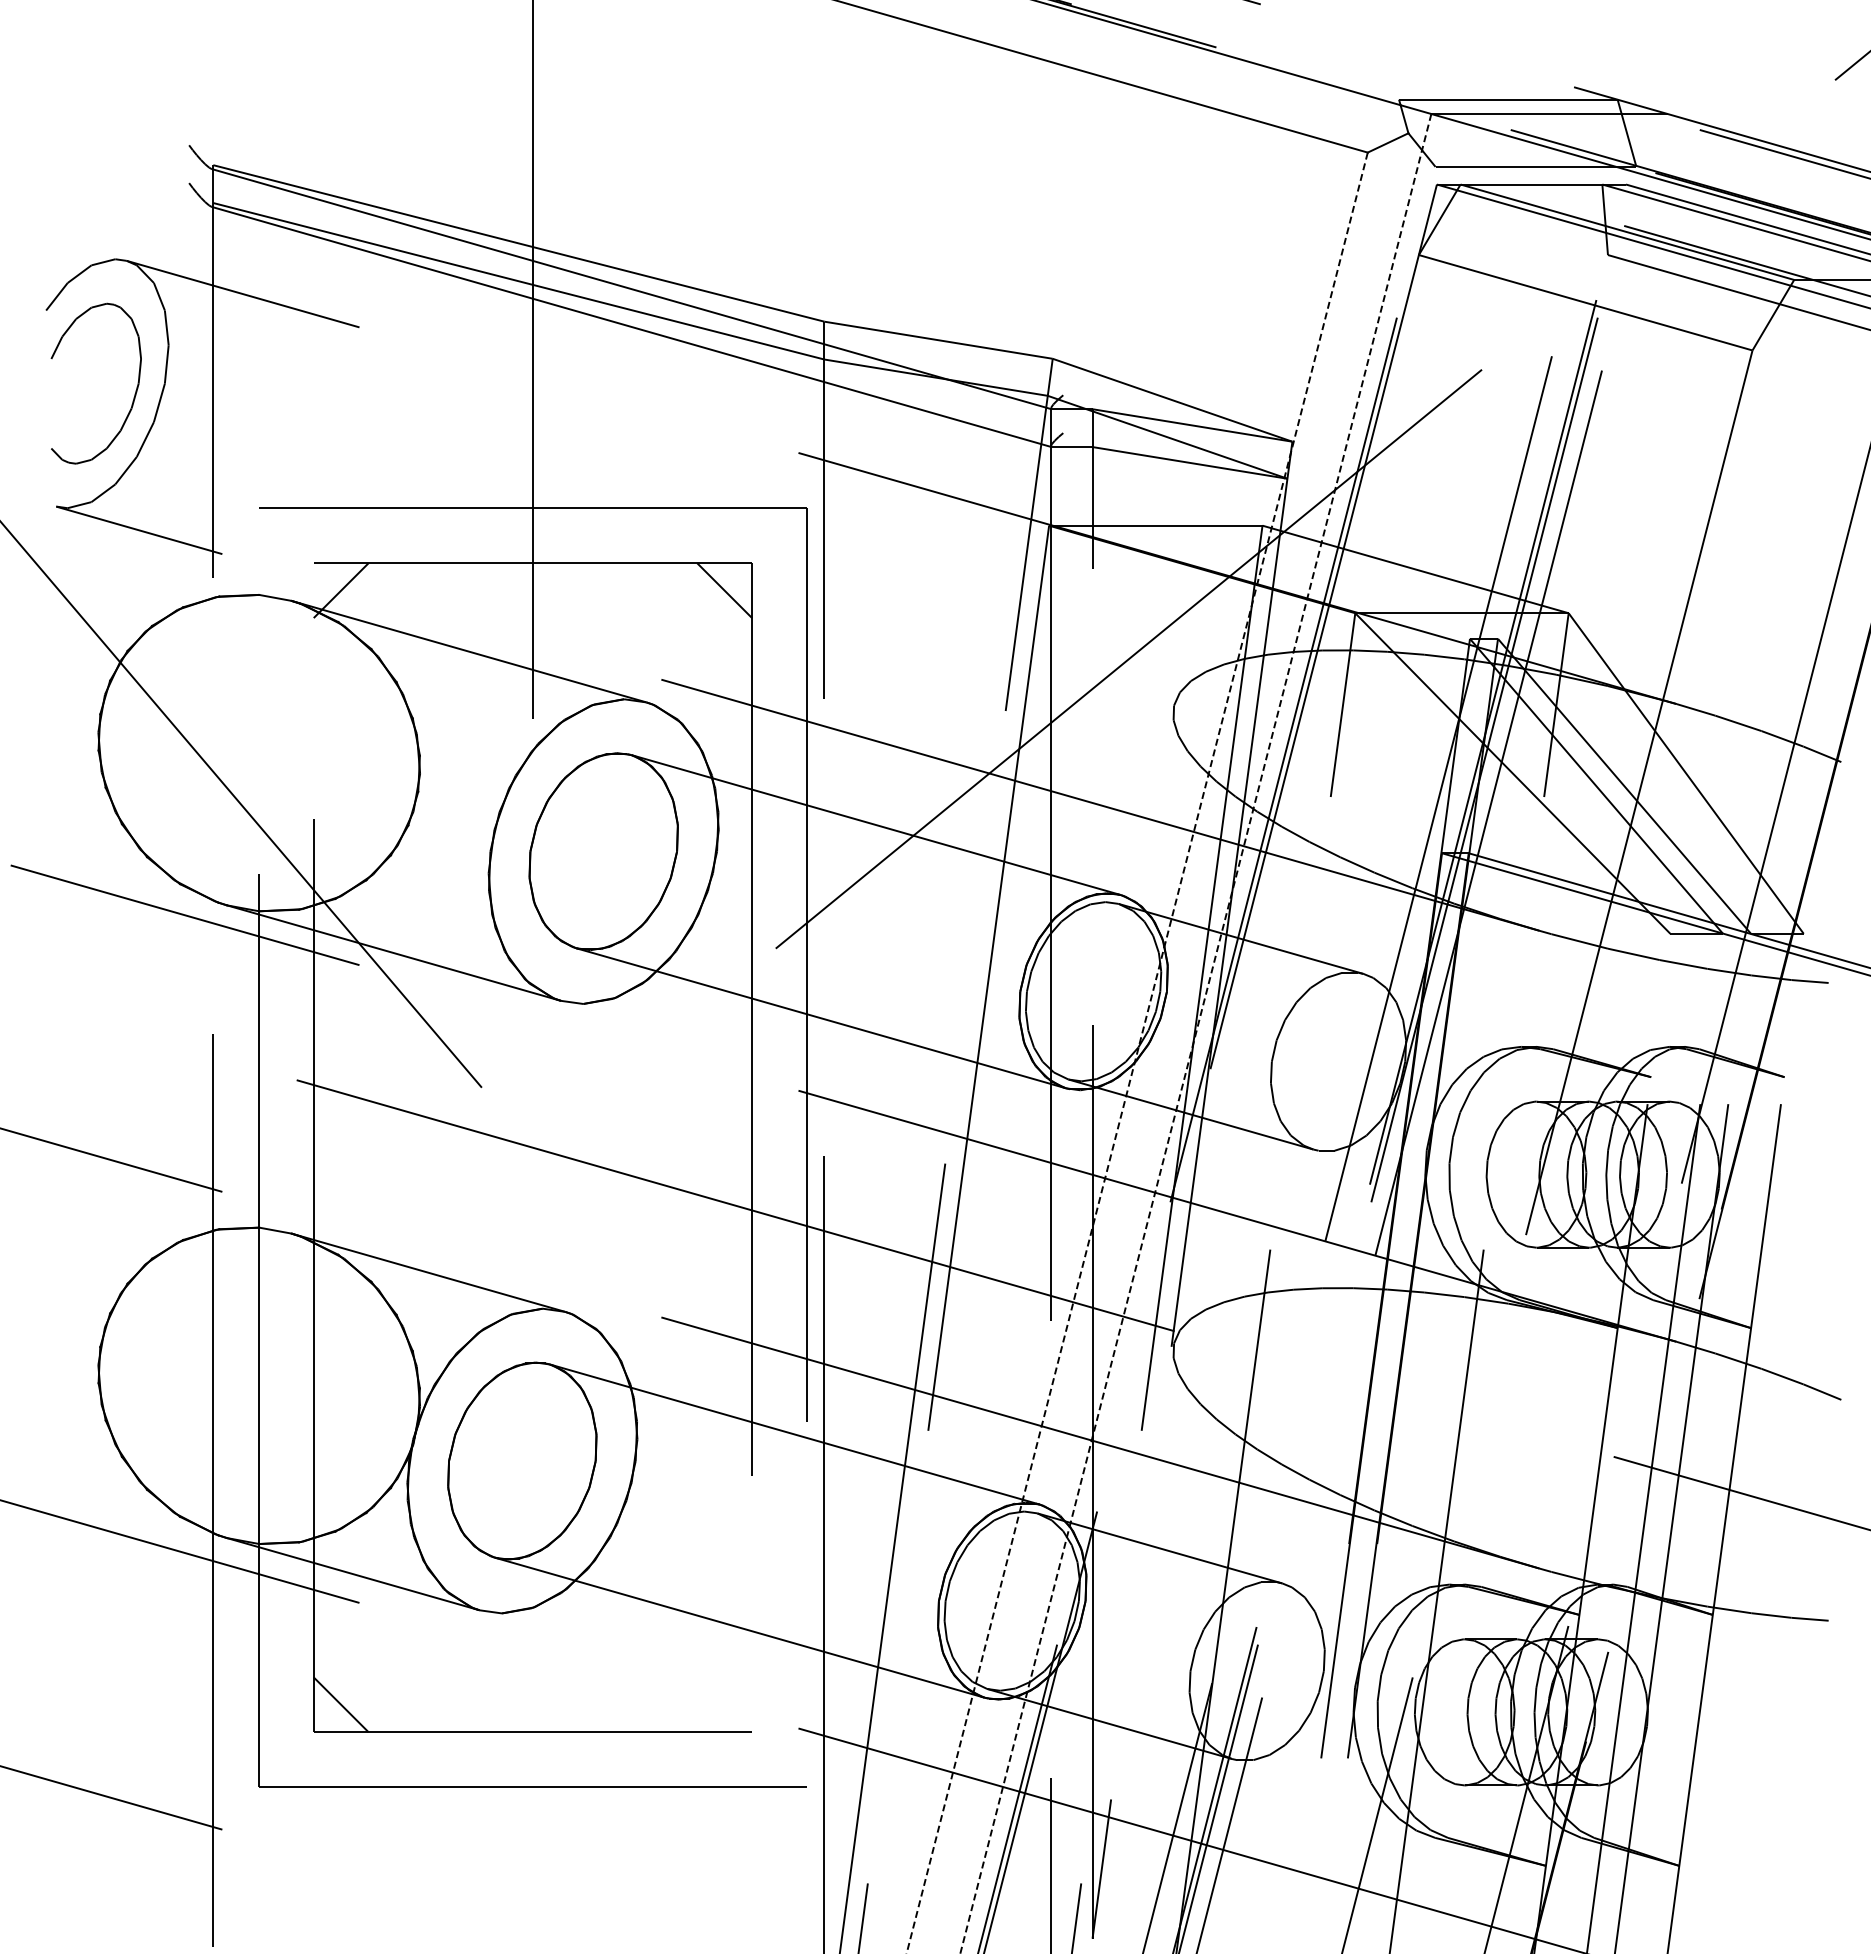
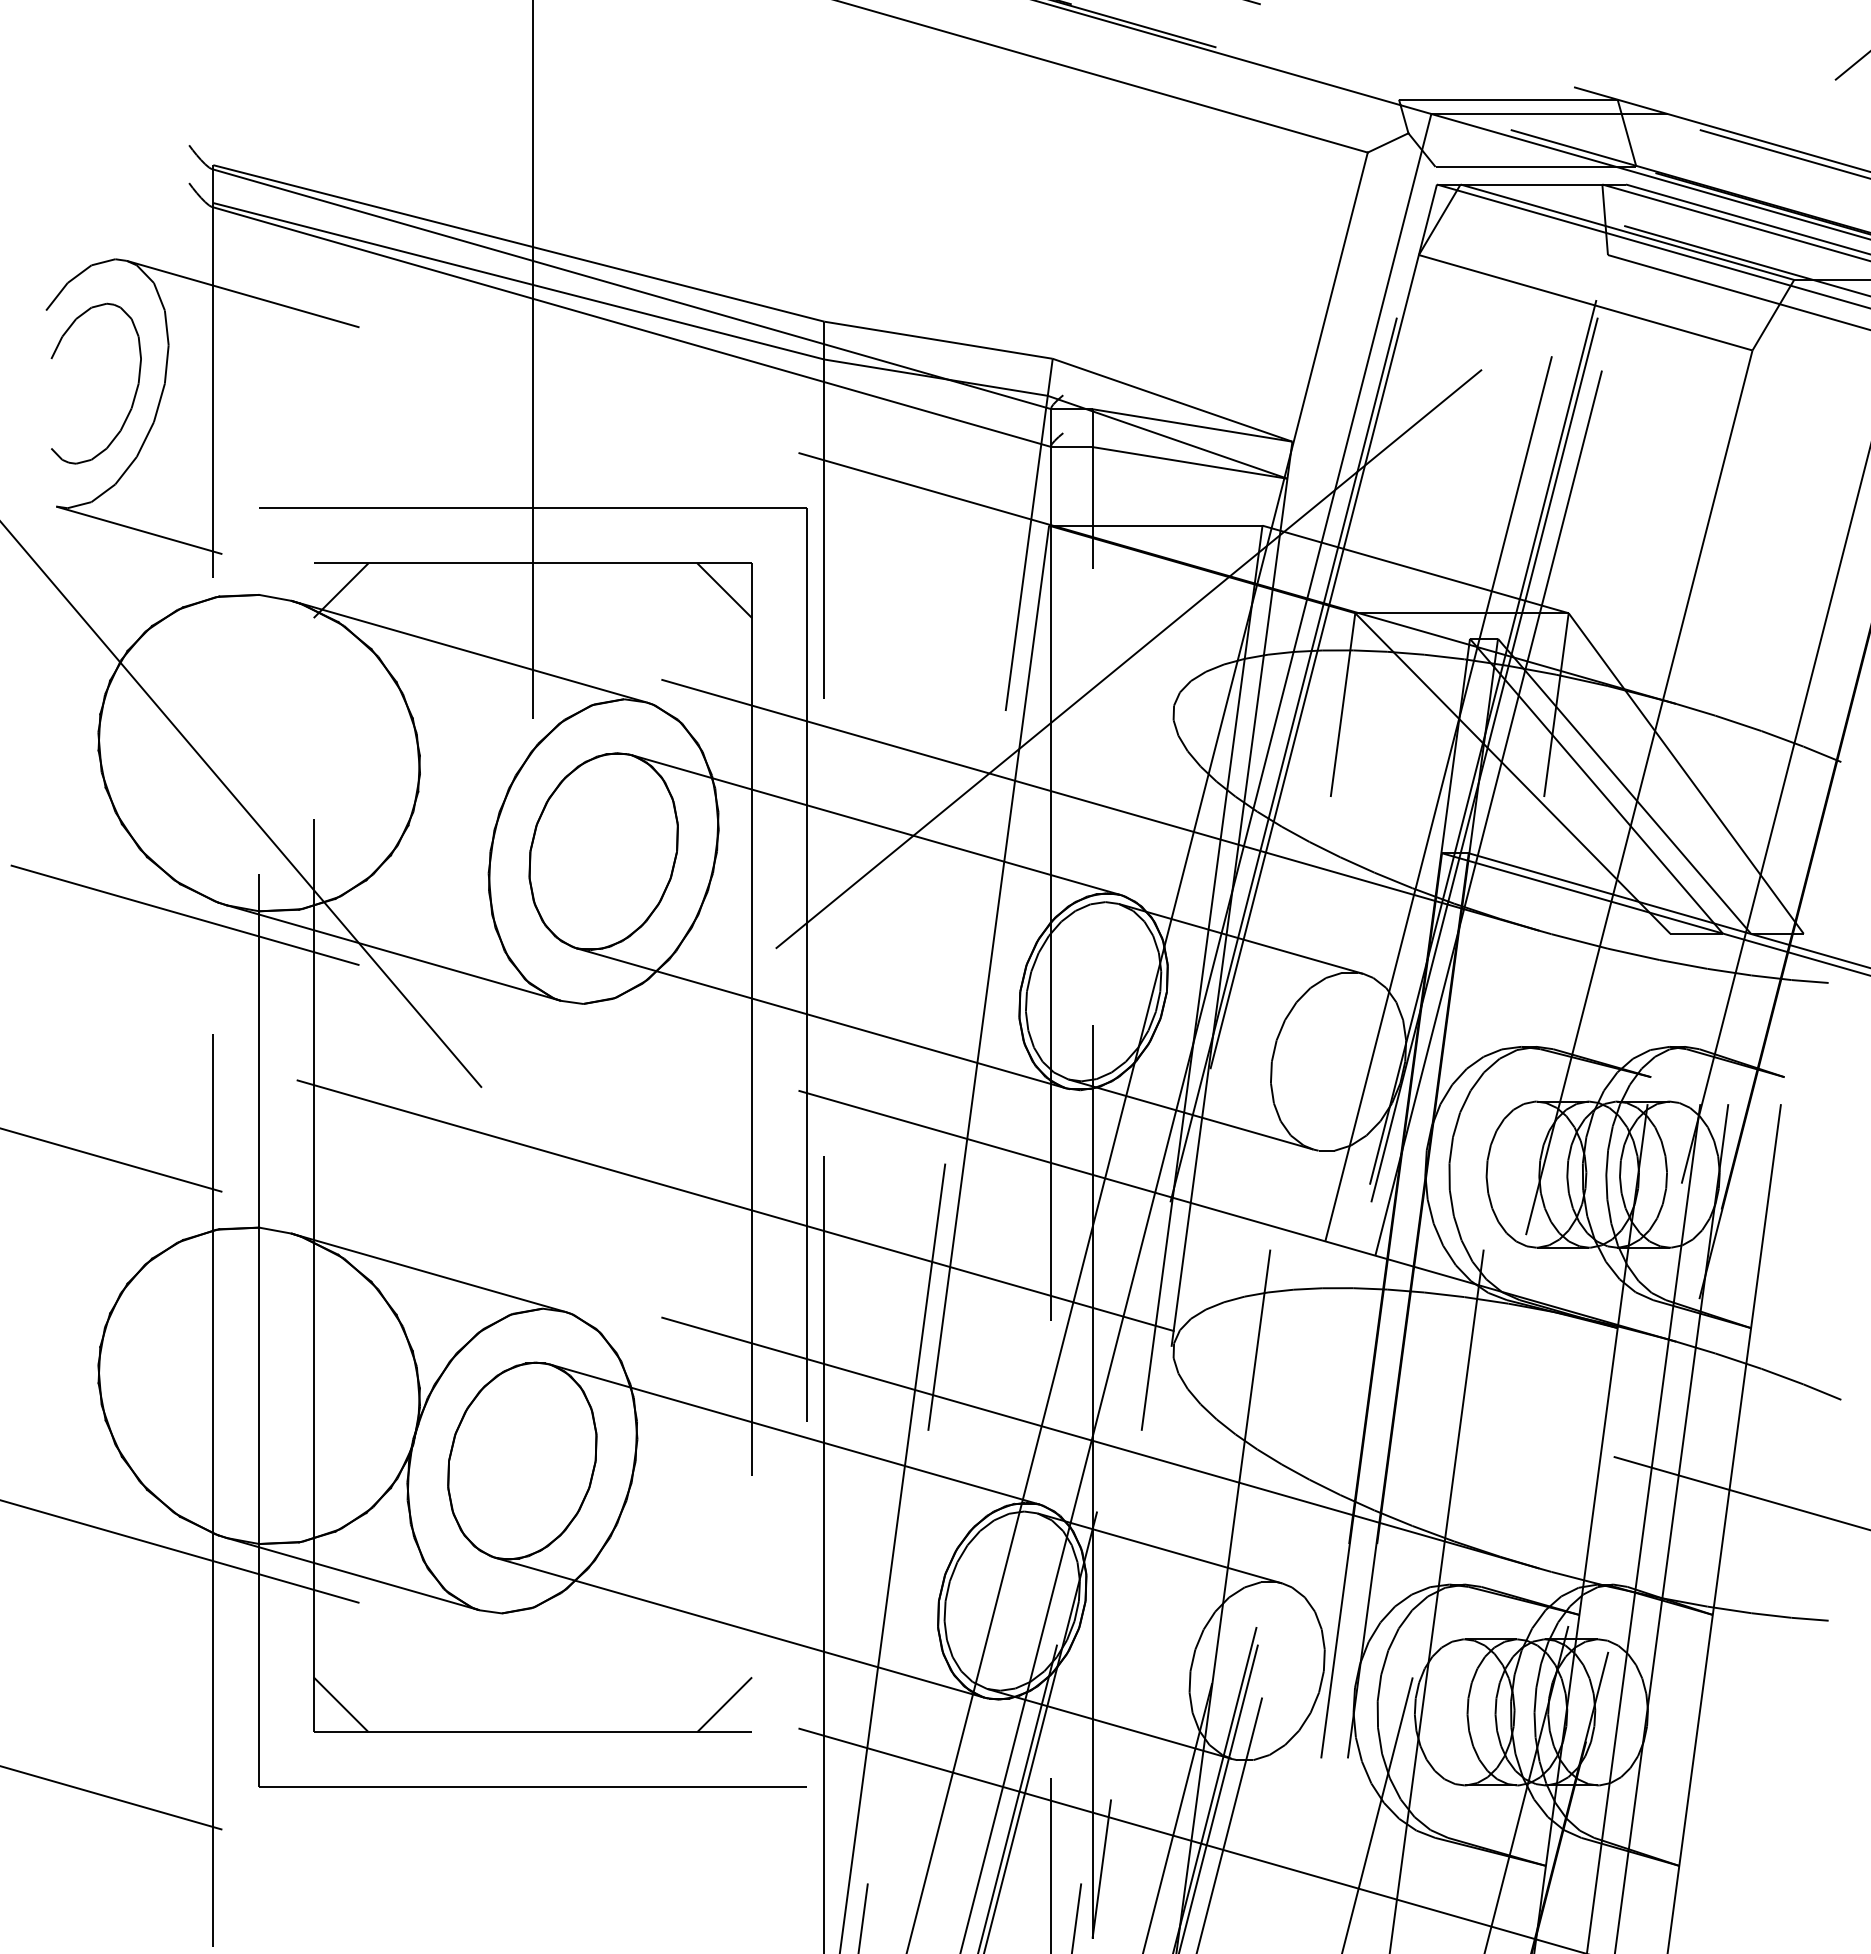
line at (1195, 1034): dashed -> solid
line at (1137, 1053): dashed -> solid
line at (724, 1704): none -> present
